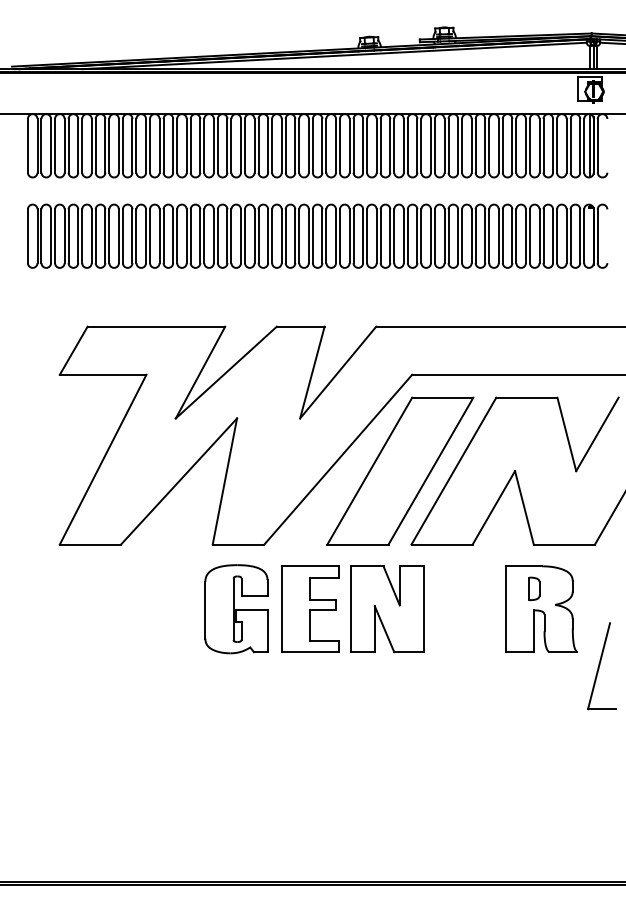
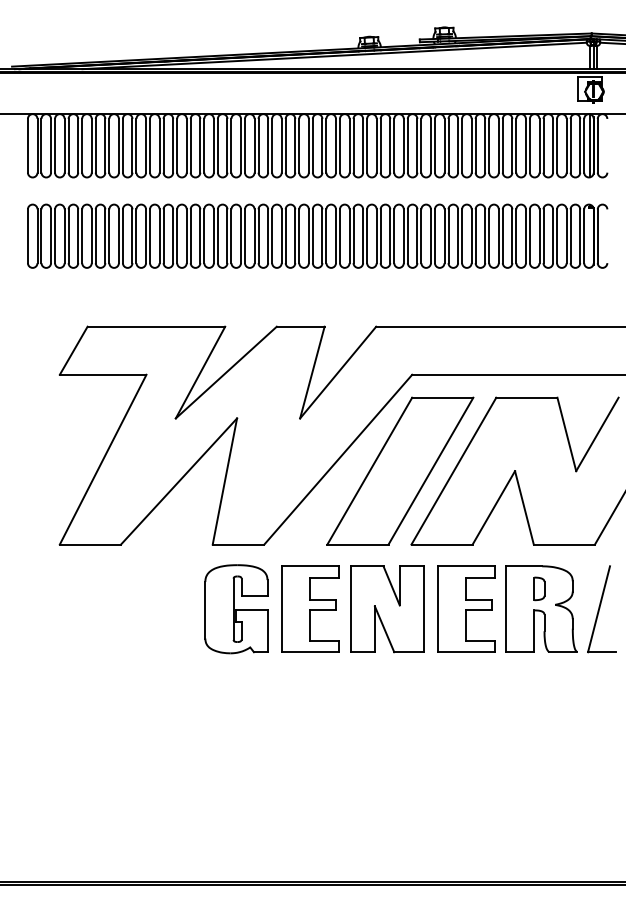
part at (534, 588) position: (534, 588) -> (539, 588)
part at (466, 608): none -> present
part at (601, 666) position: (601, 666) -> (601, 609)
